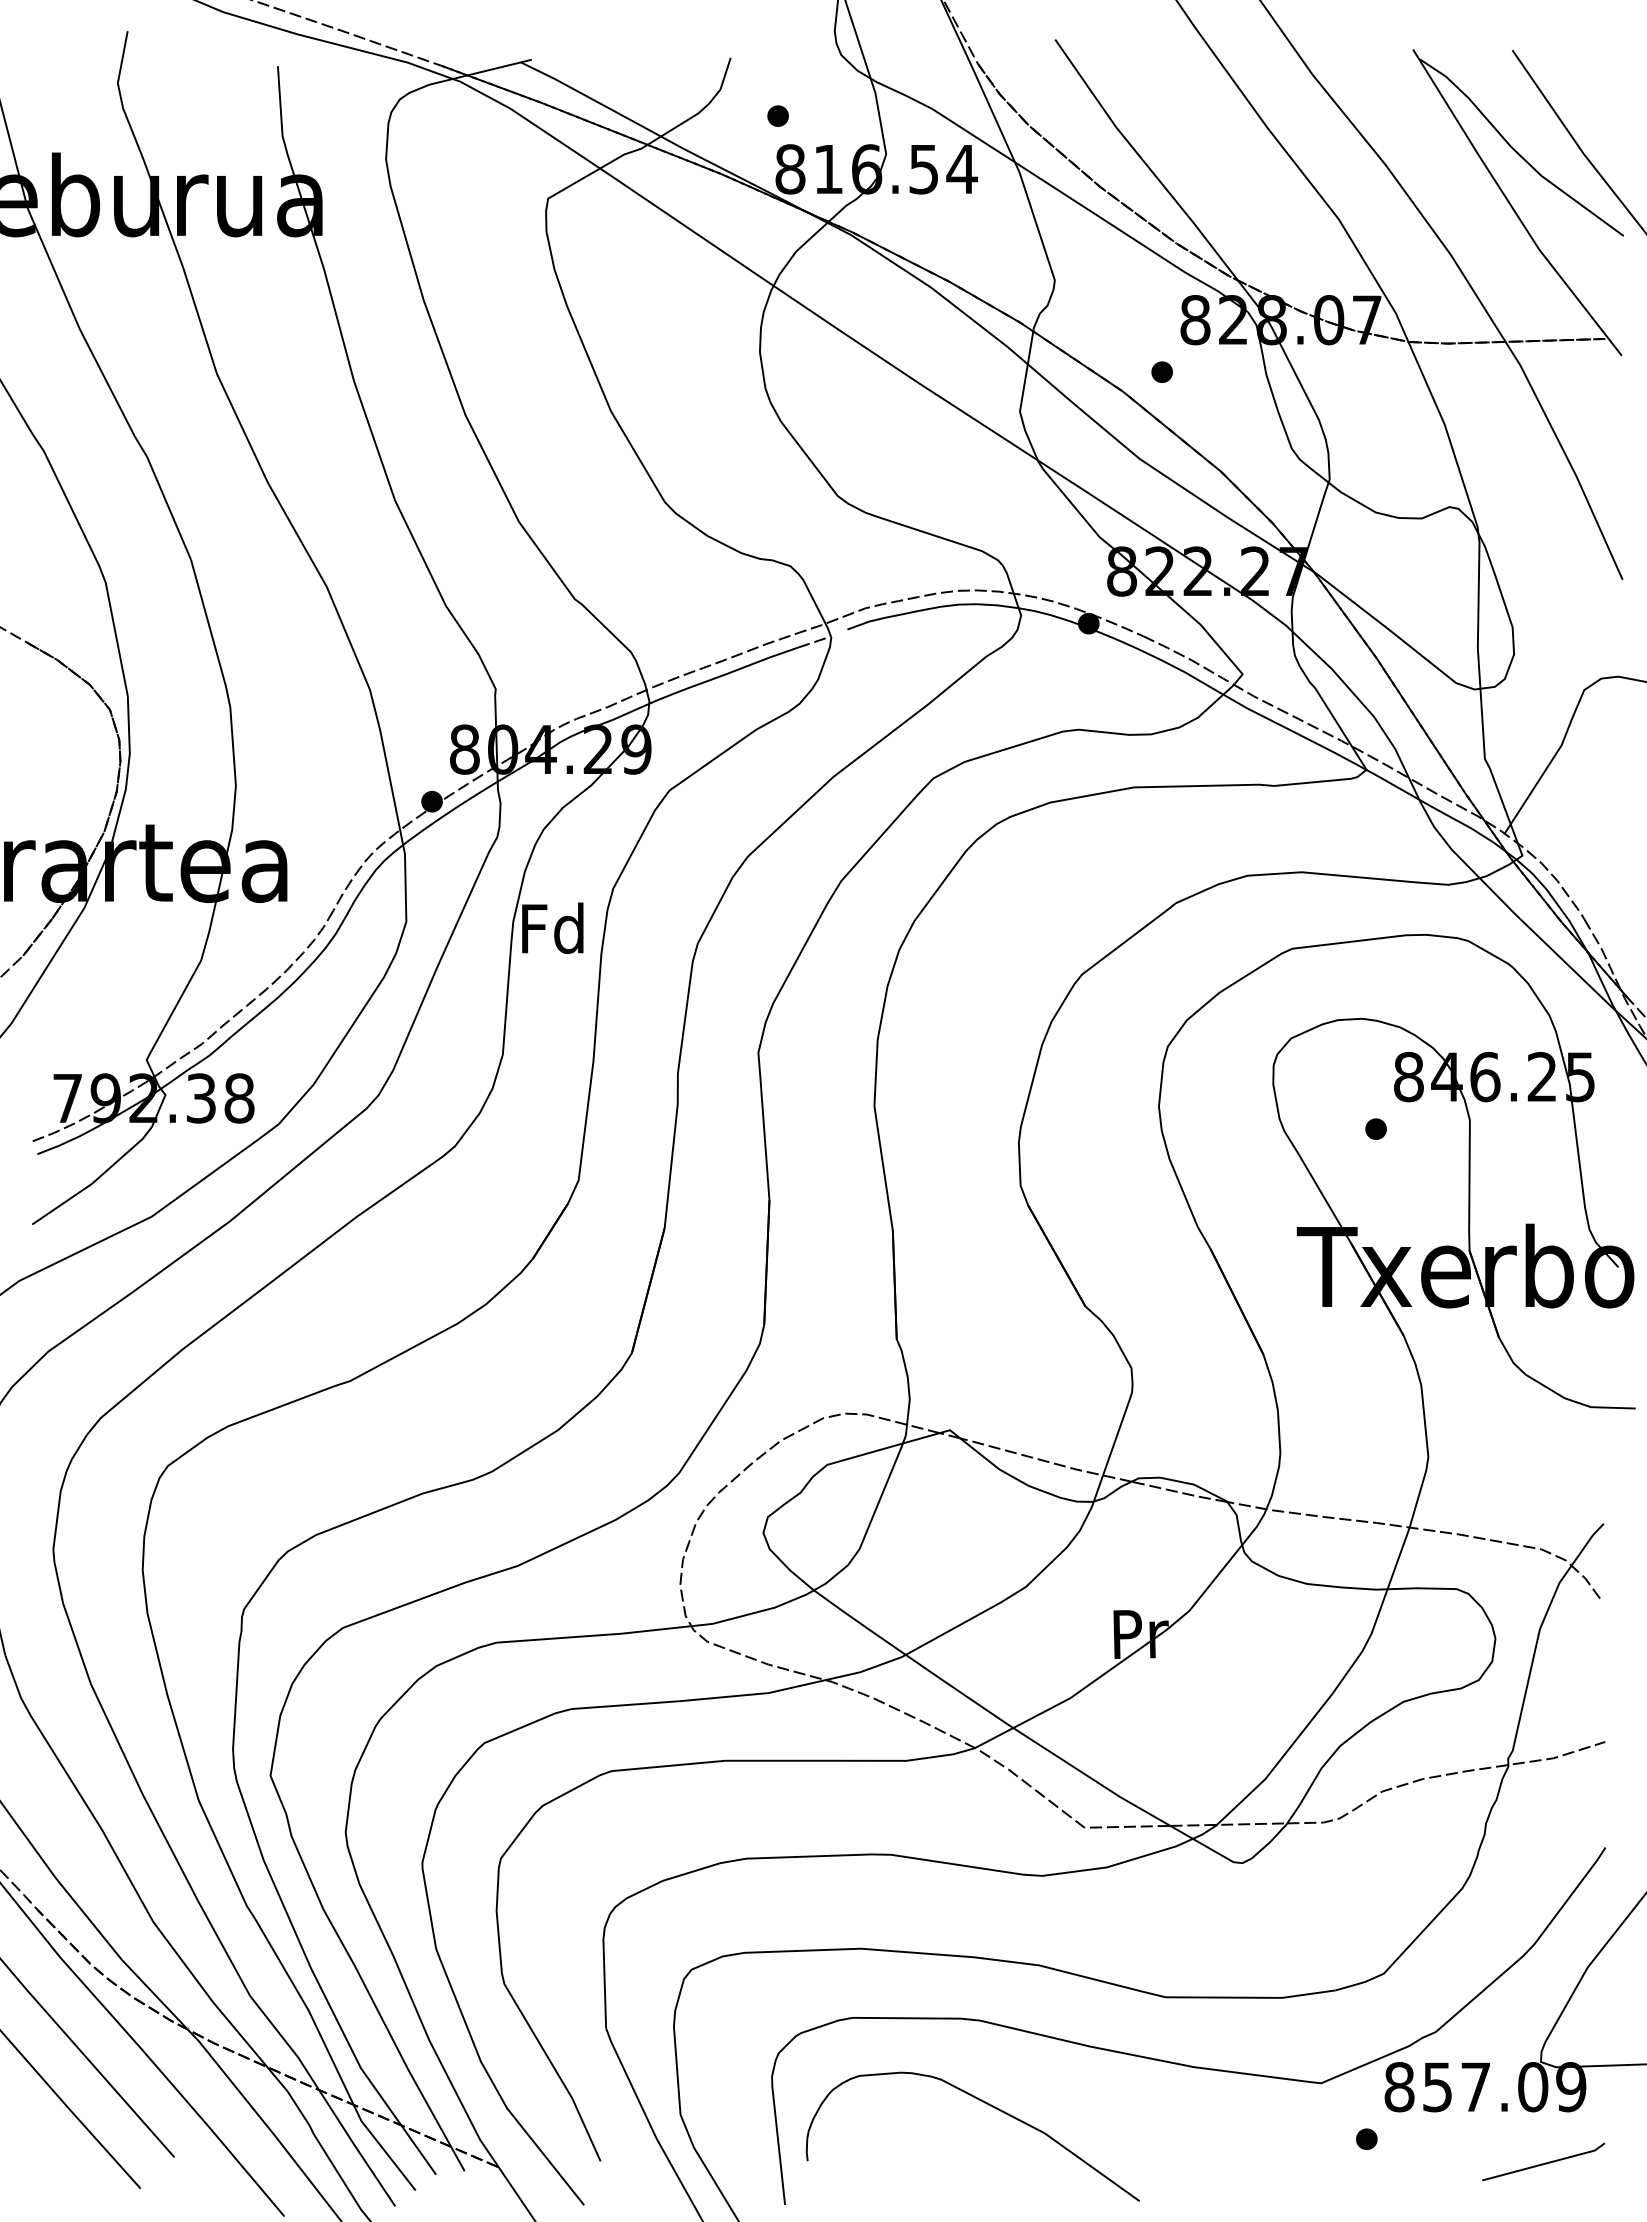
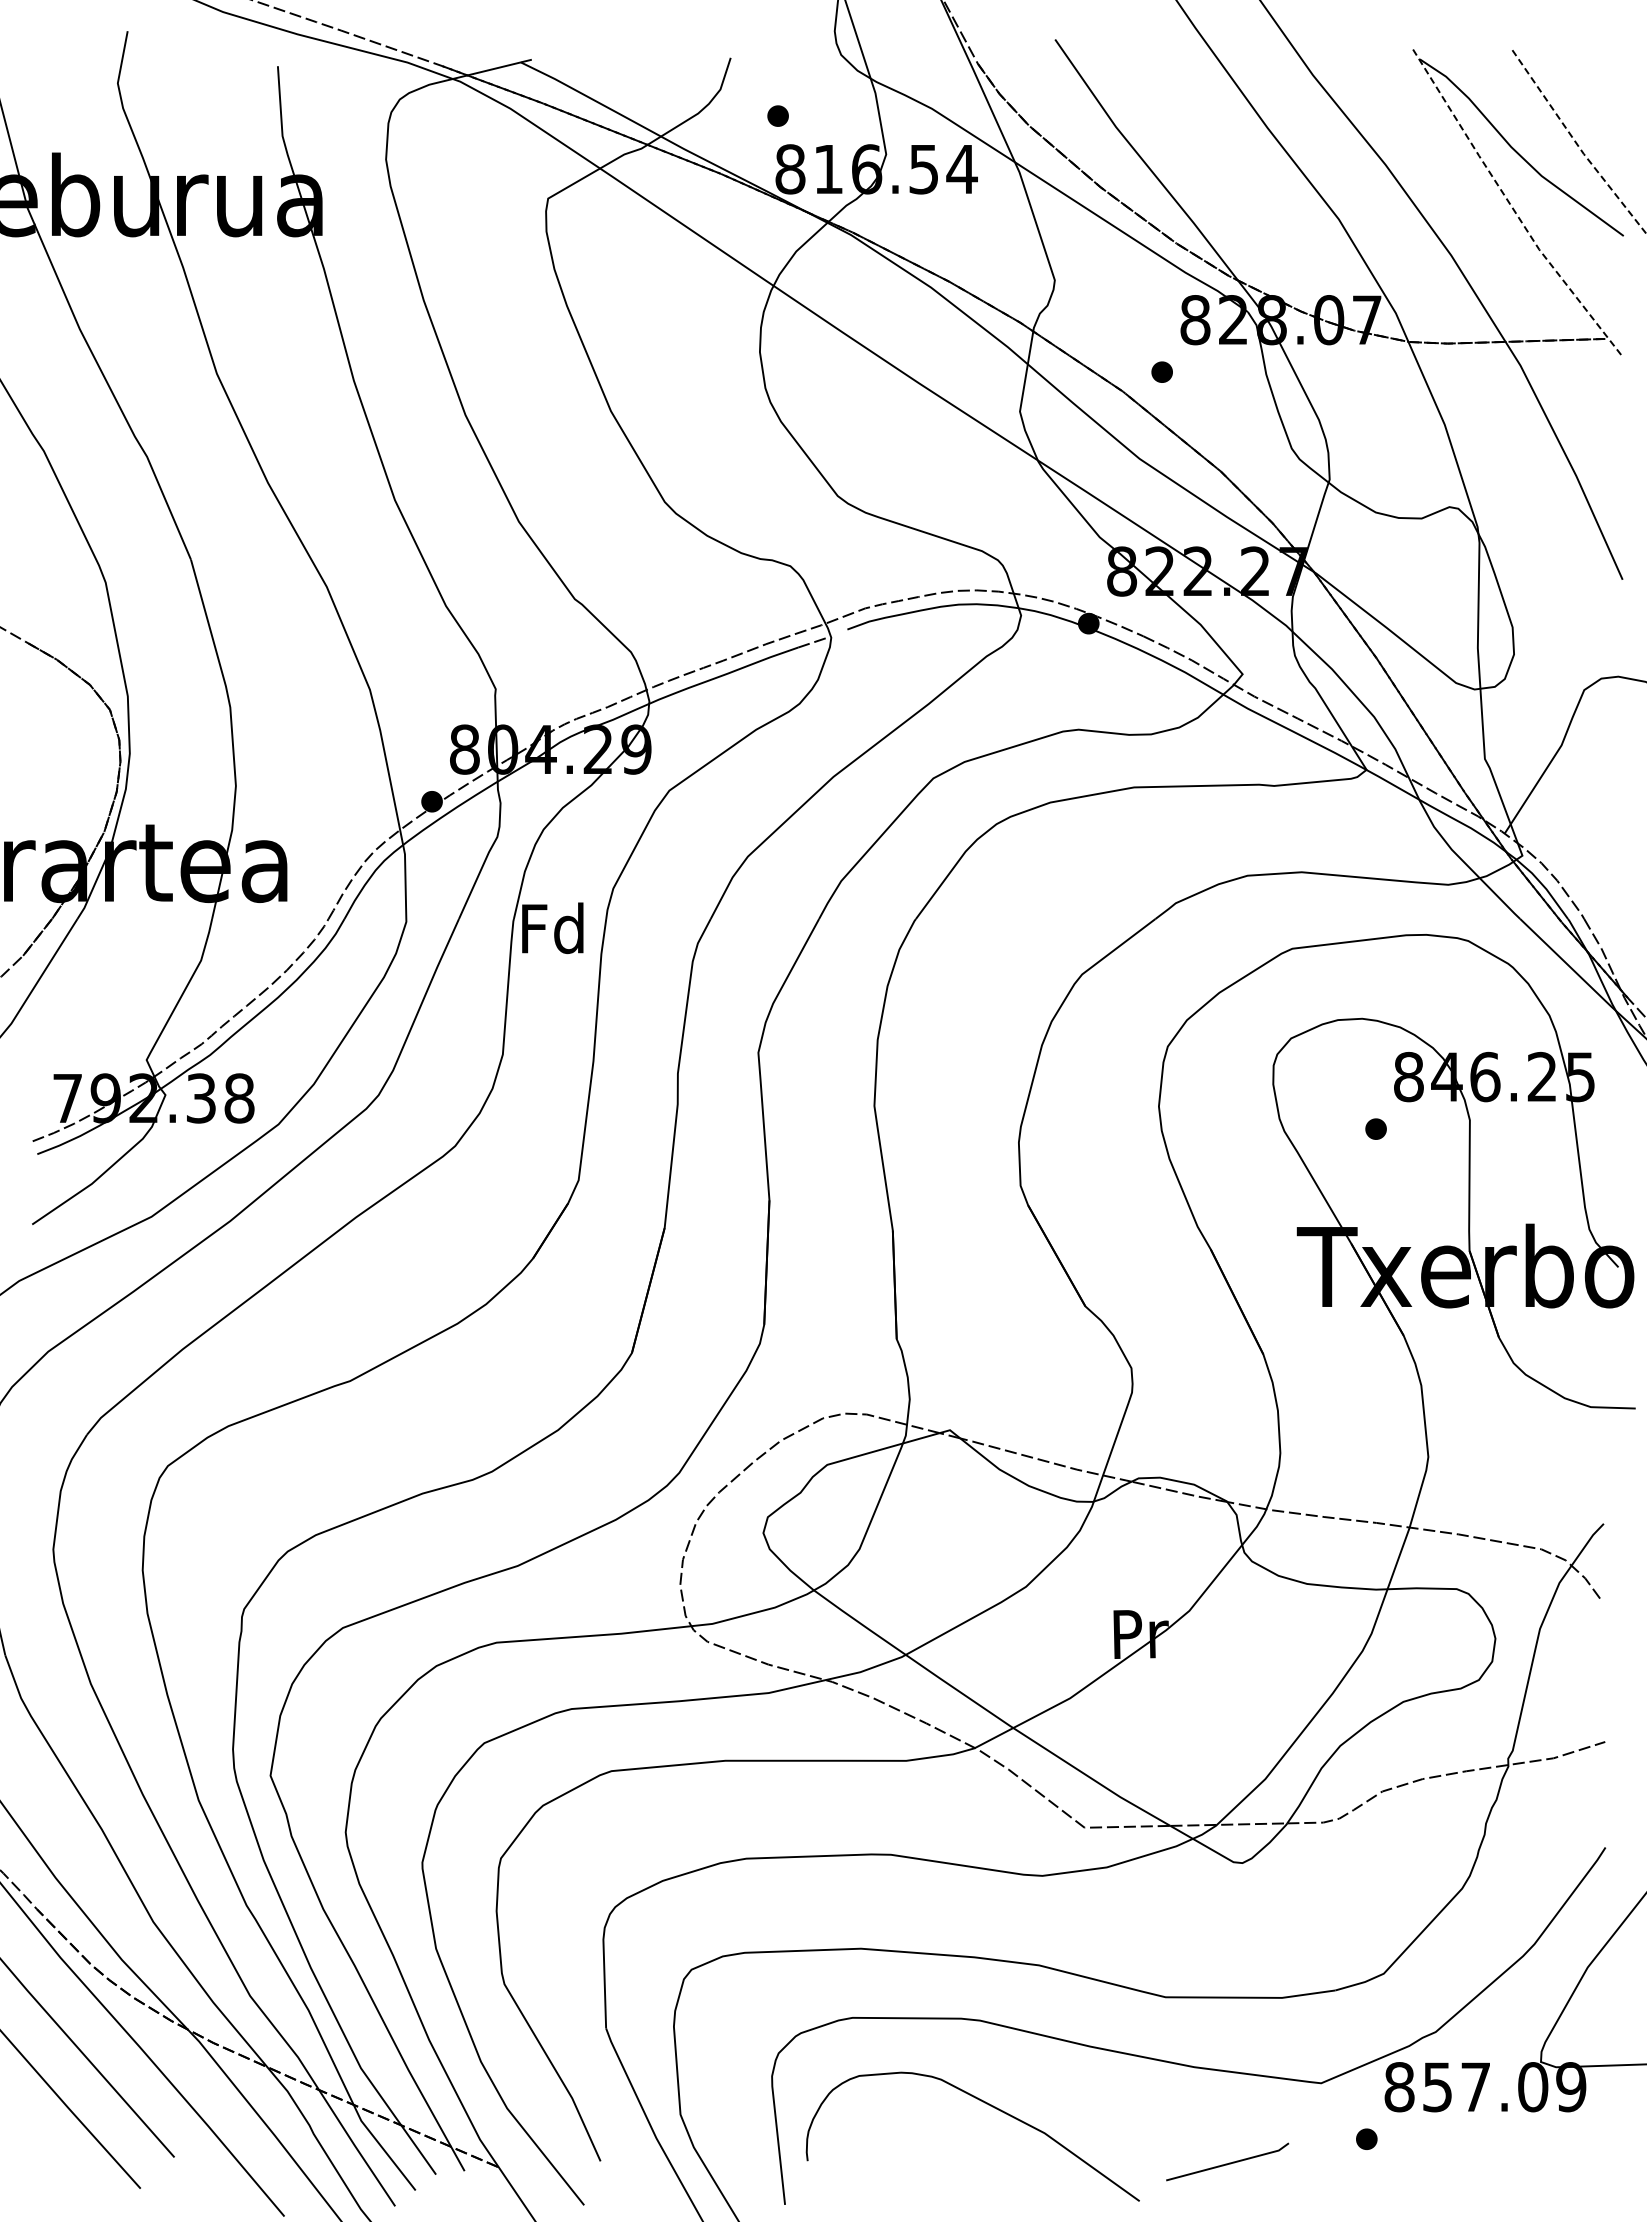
line at (1577, 145): solid -> dashed
line at (1511, 206): solid -> dashed
line at (1543, 2163) position: (1543, 2163) -> (1227, 2163)
